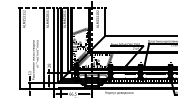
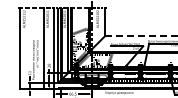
line at (141, 36): solid -> dashed
